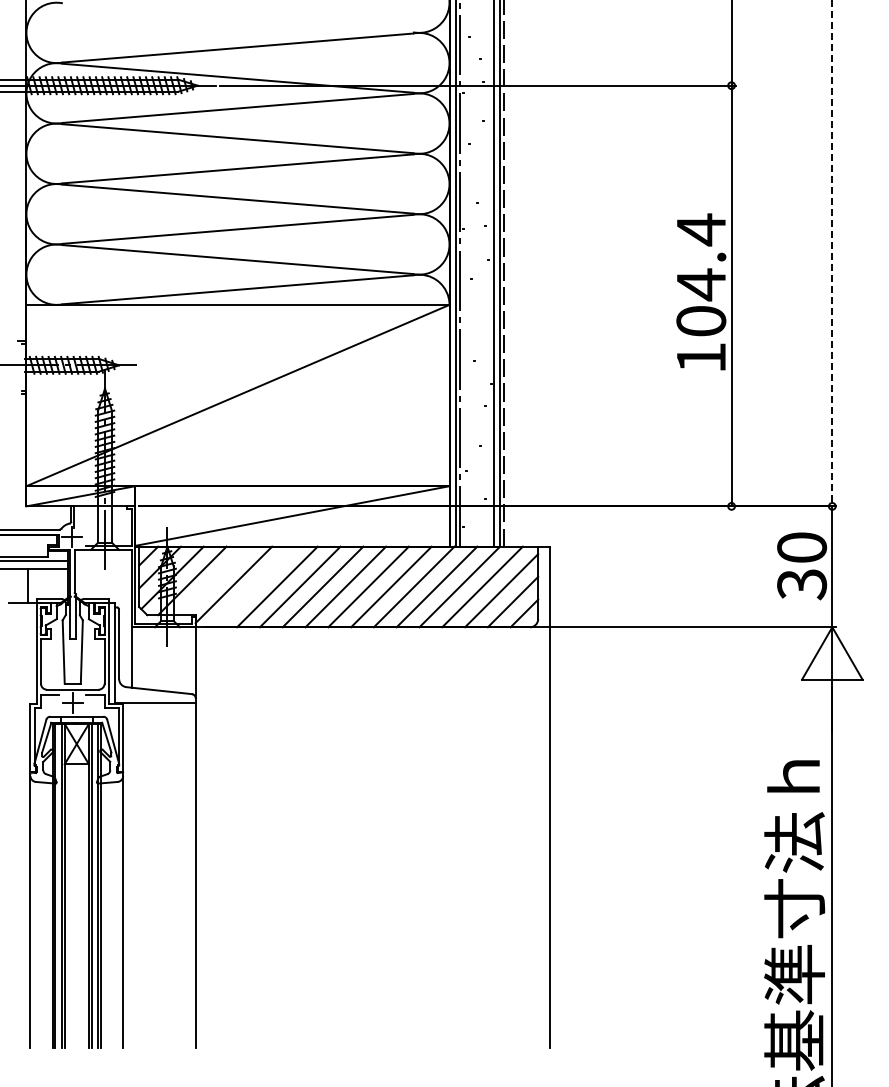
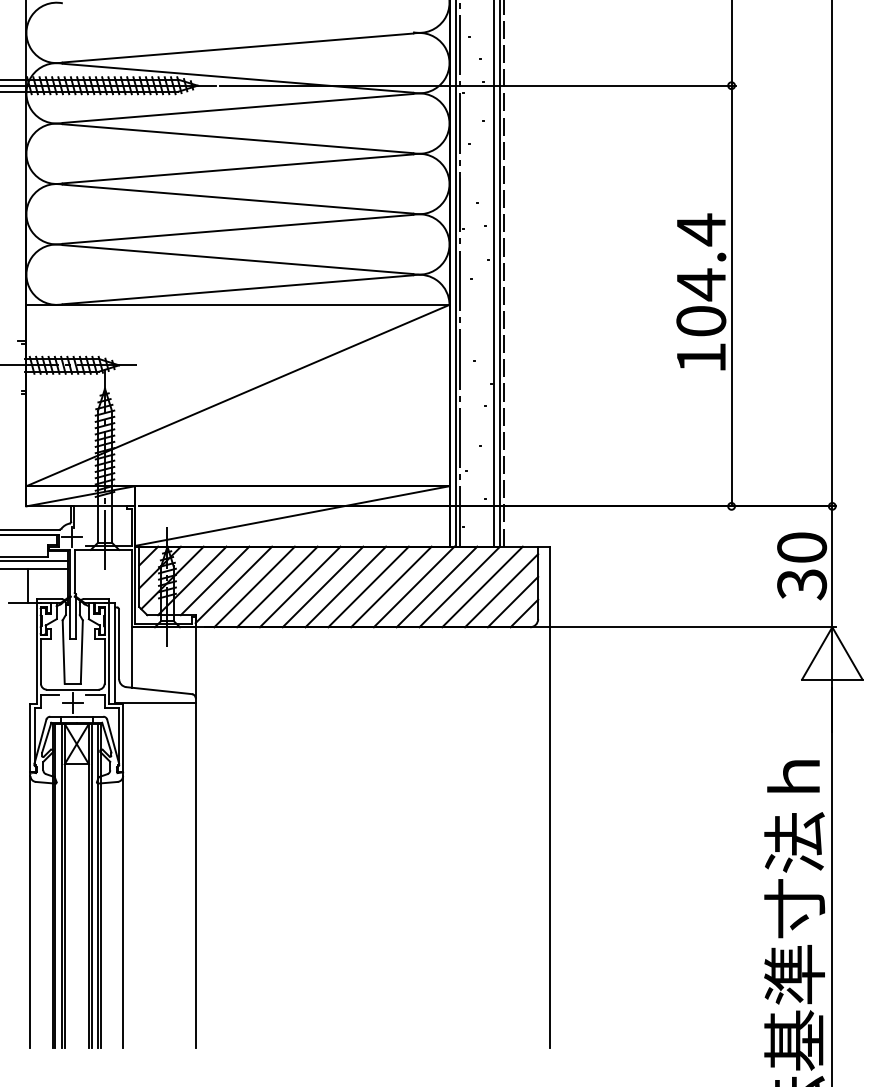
line at (832, 253): dashed -> solid
line at (214, 580): none -> present
line at (254, 586): none -> present
